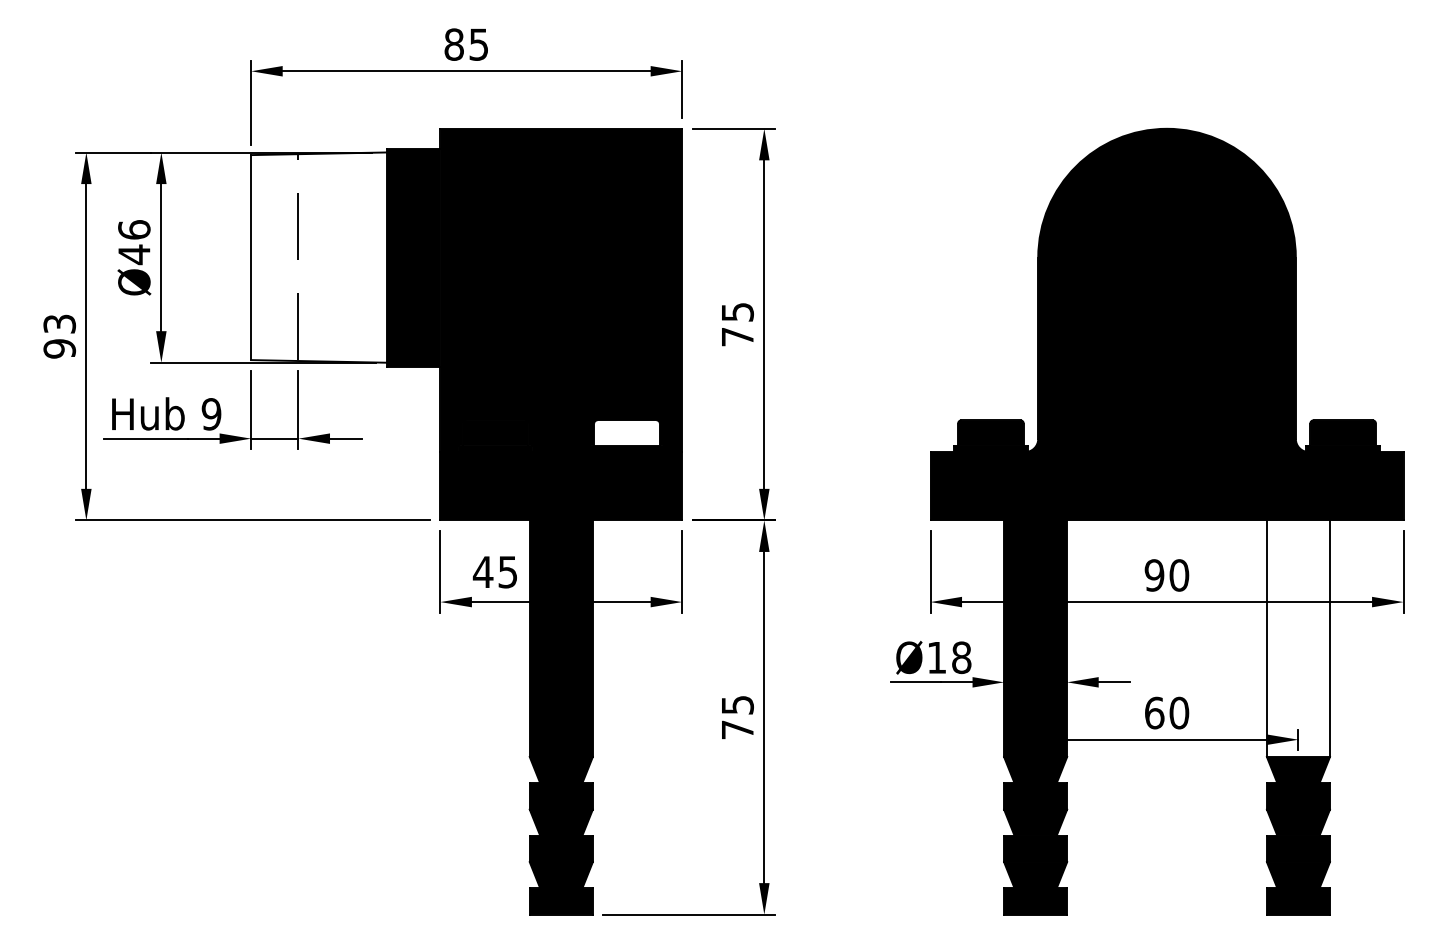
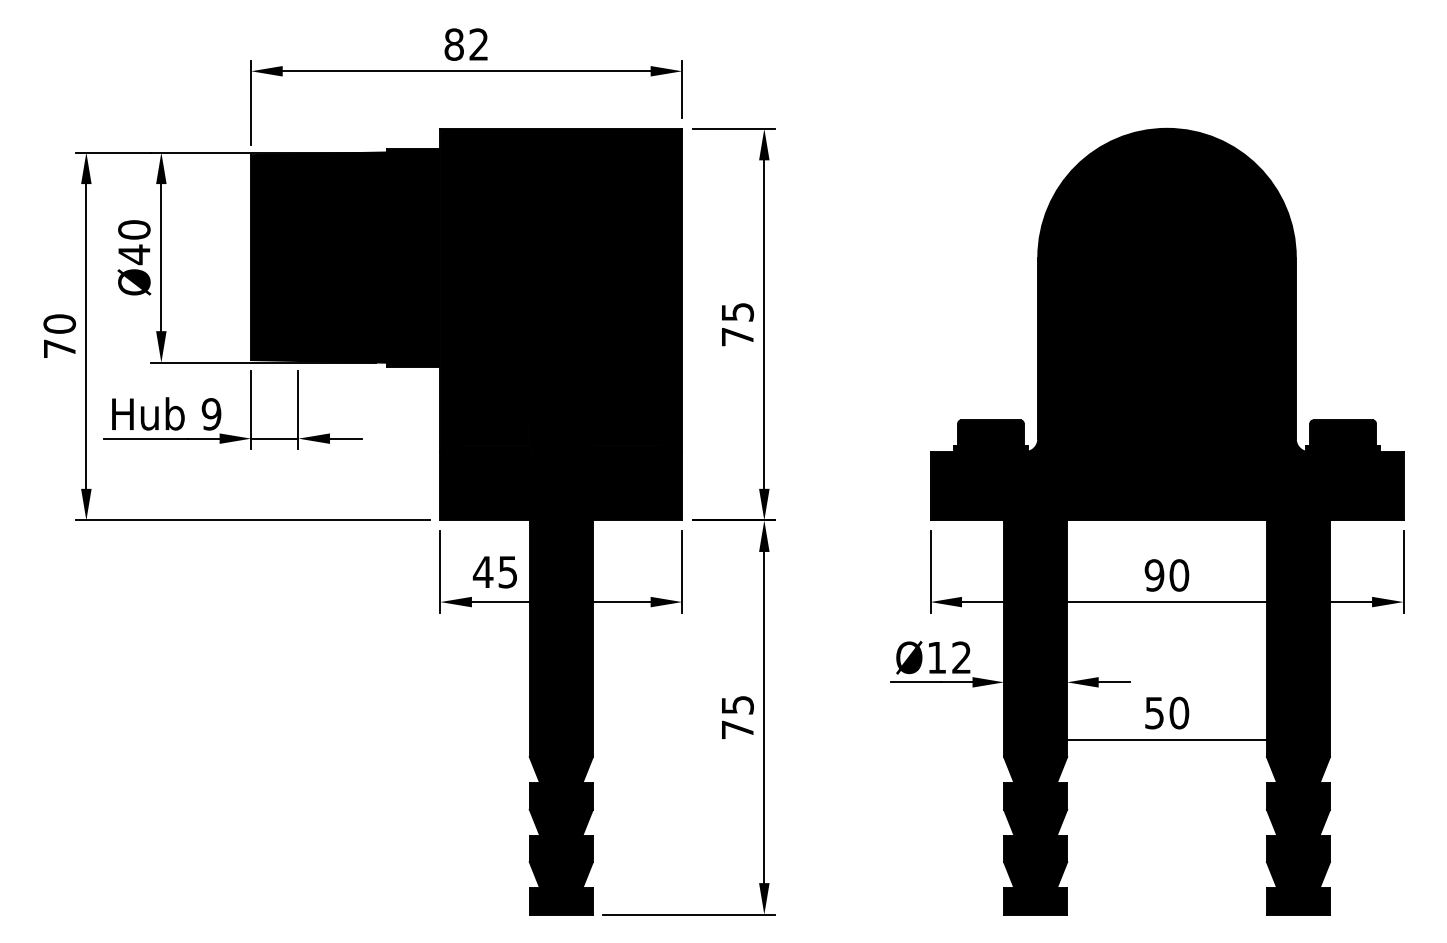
text at (478, 44): 85 -> 82
text at (134, 229): Ø46 -> Ø40
fill at (318, 257): none -> present
text at (59, 336): 93 -> 70
fill at (626, 432): none -> present
fill at (1297, 638): none -> present
text at (961, 657): Ø18 -> Ø12
text at (1154, 712): 60 -> 50
